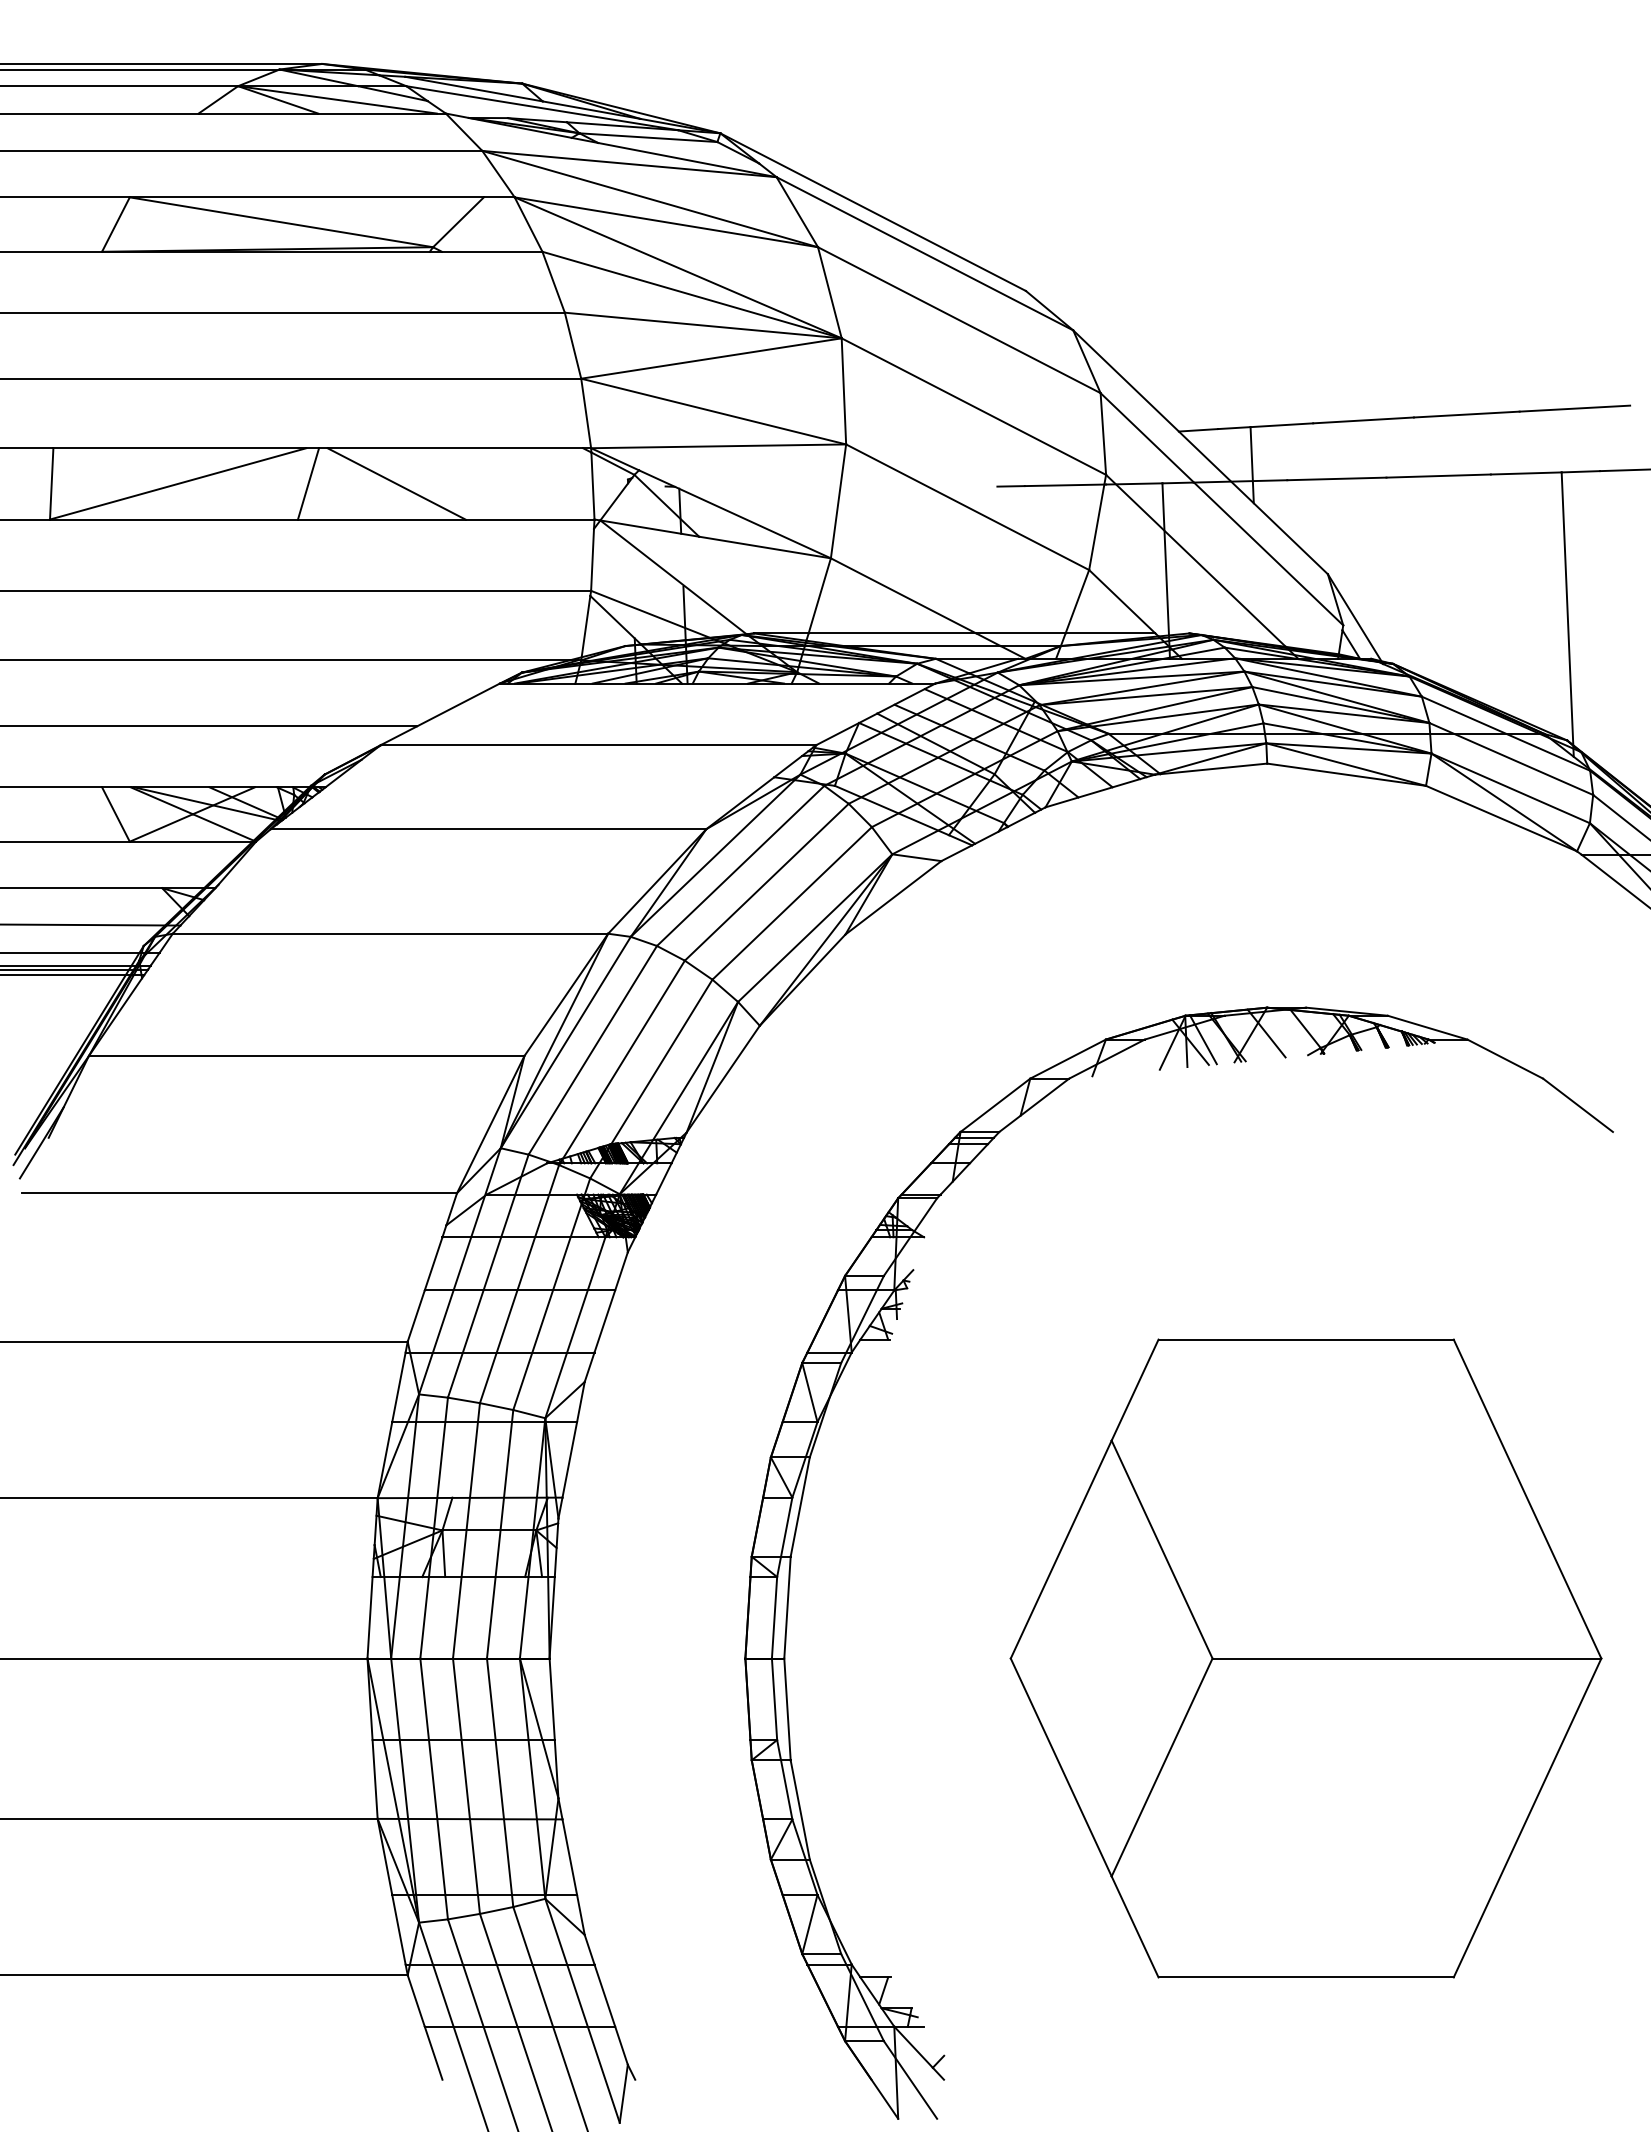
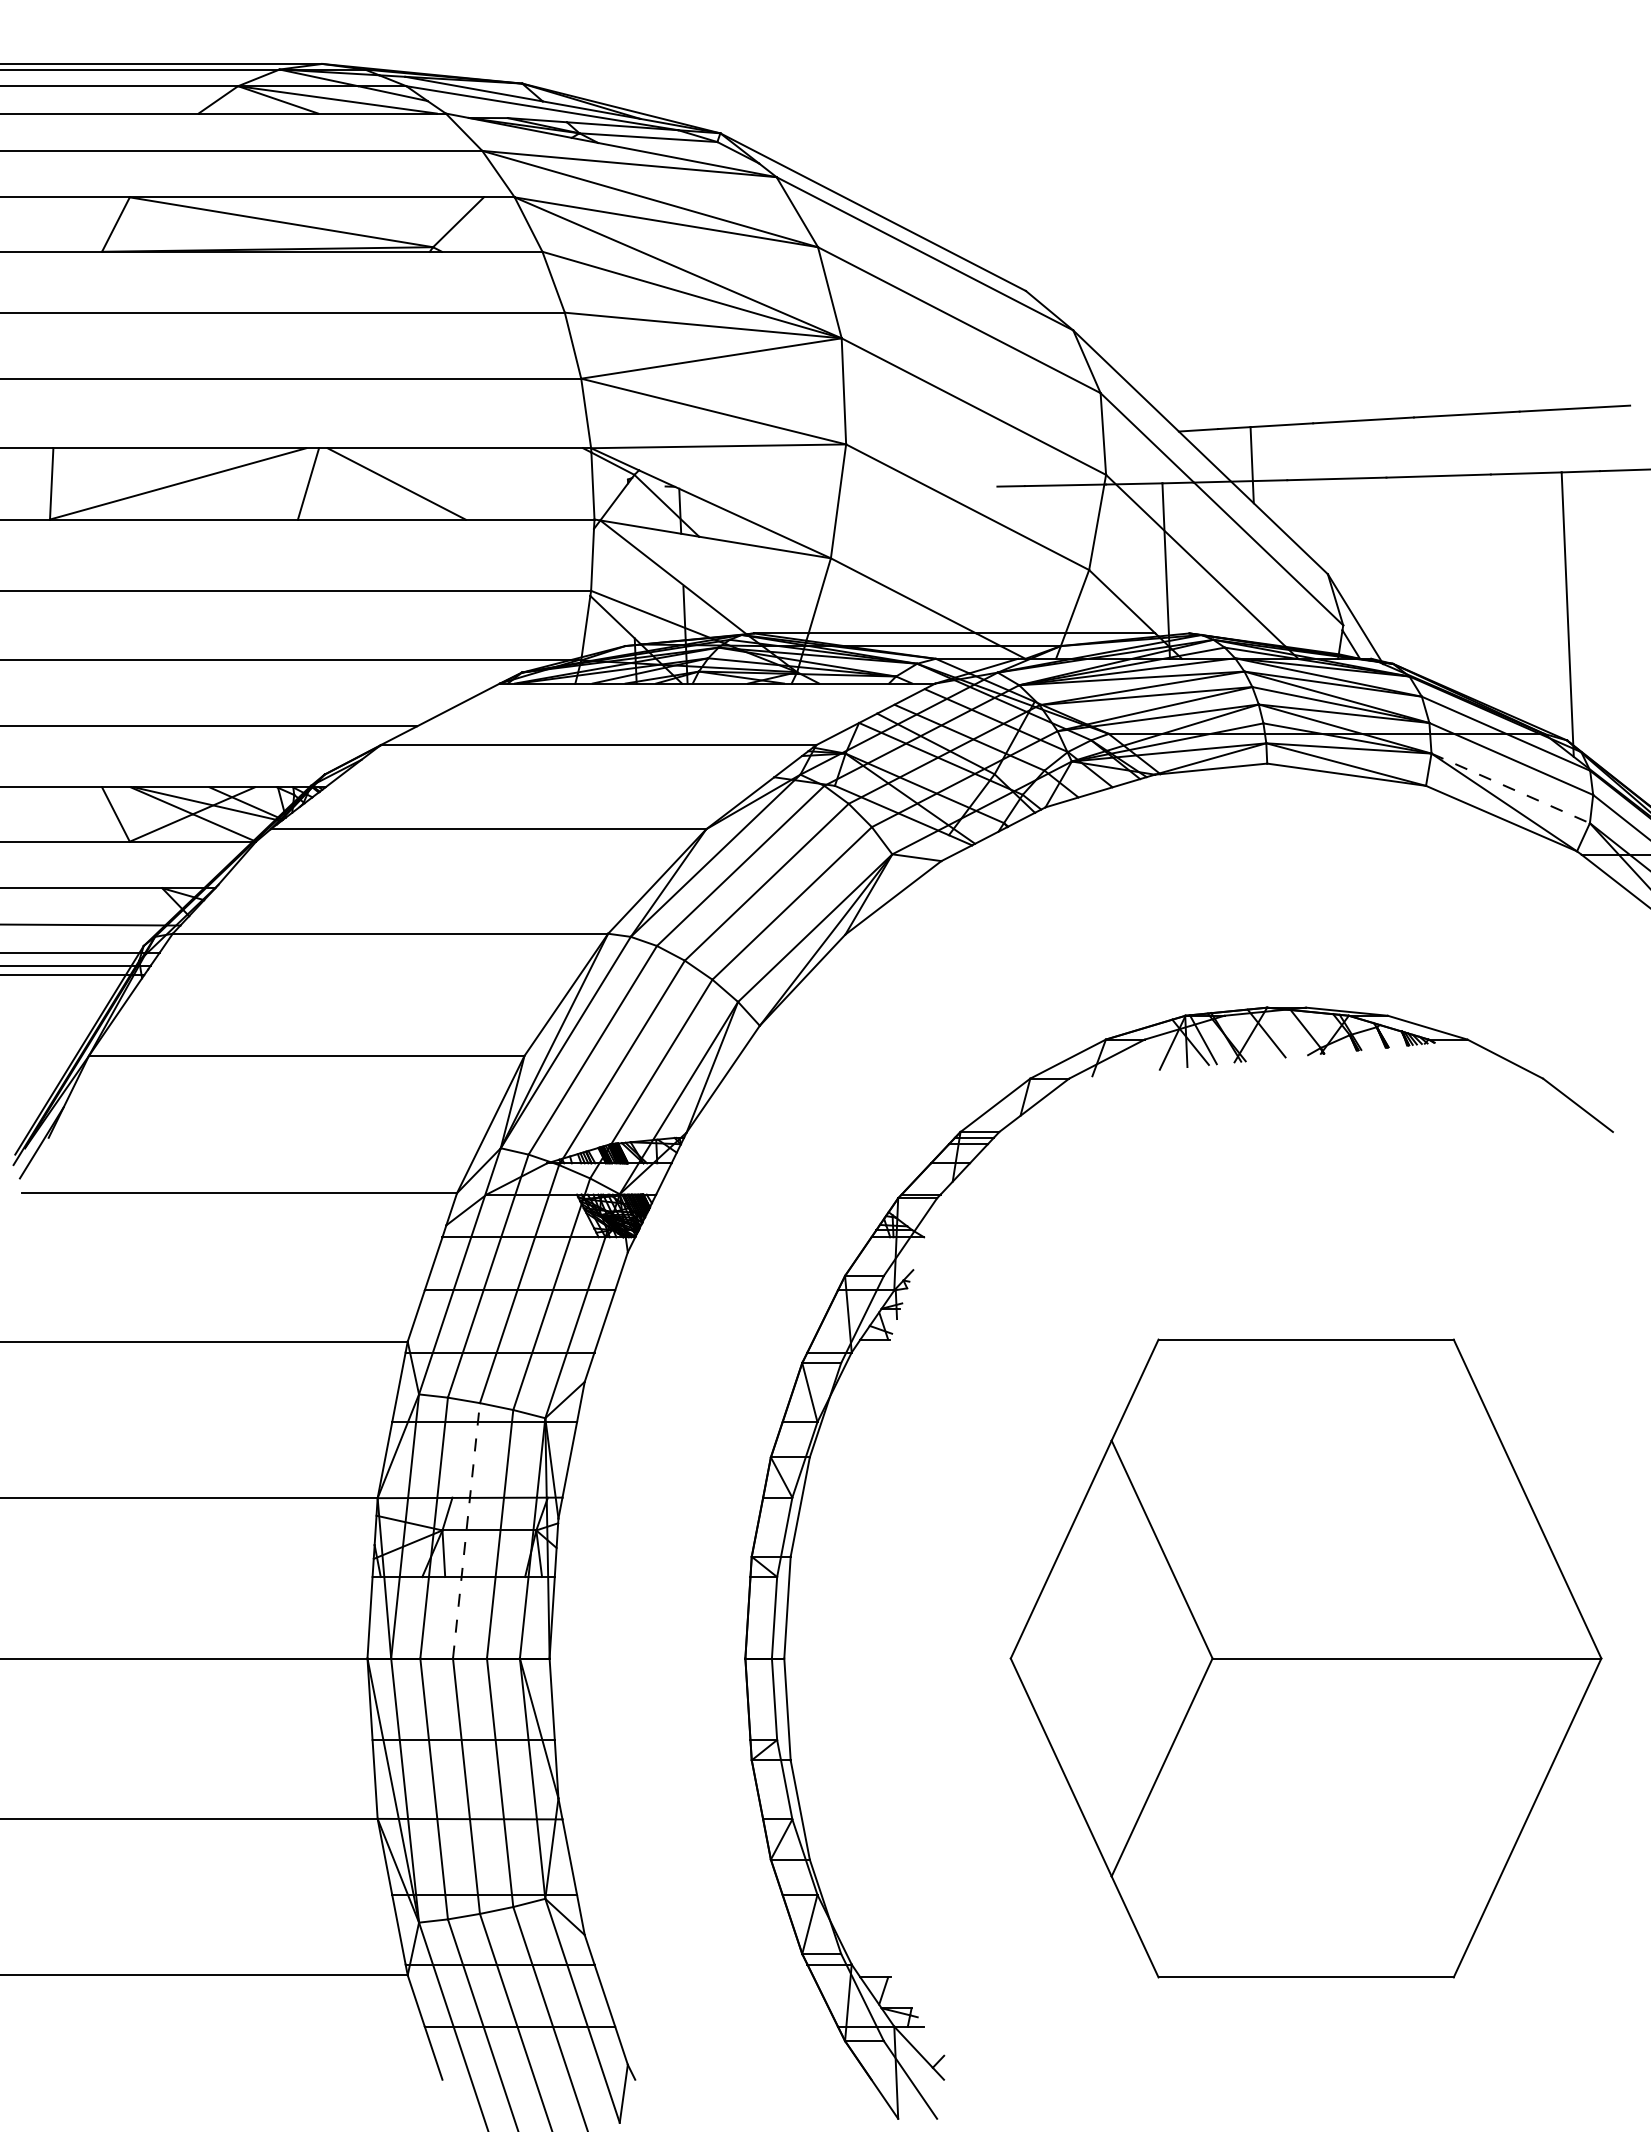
line at (1510, 788): solid -> dashed
line at (75, 969): present -> none
line at (466, 1530): solid -> dashed
